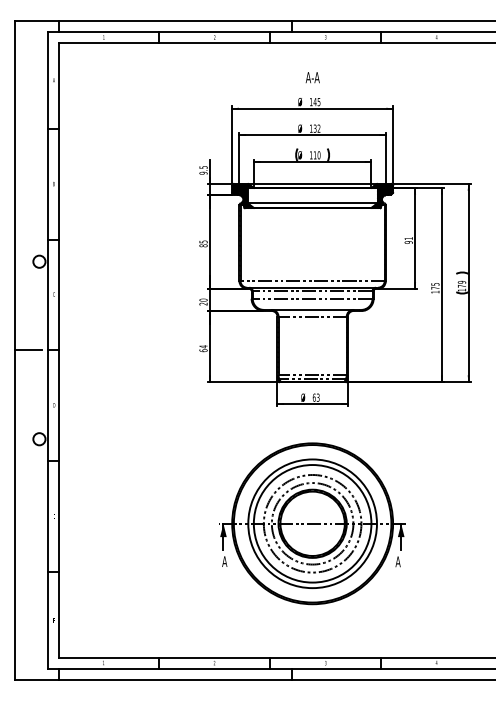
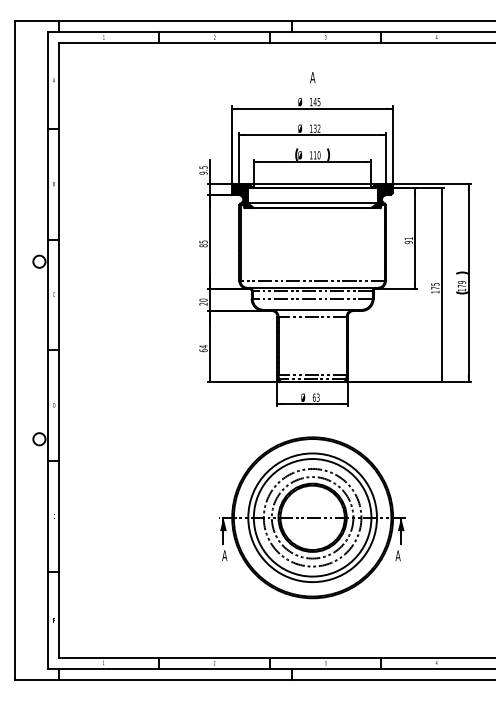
text at (312, 77): A-A -> A
line at (28, 350): present -> none
part at (312, 523) position: (312, 523) -> (312, 517)
